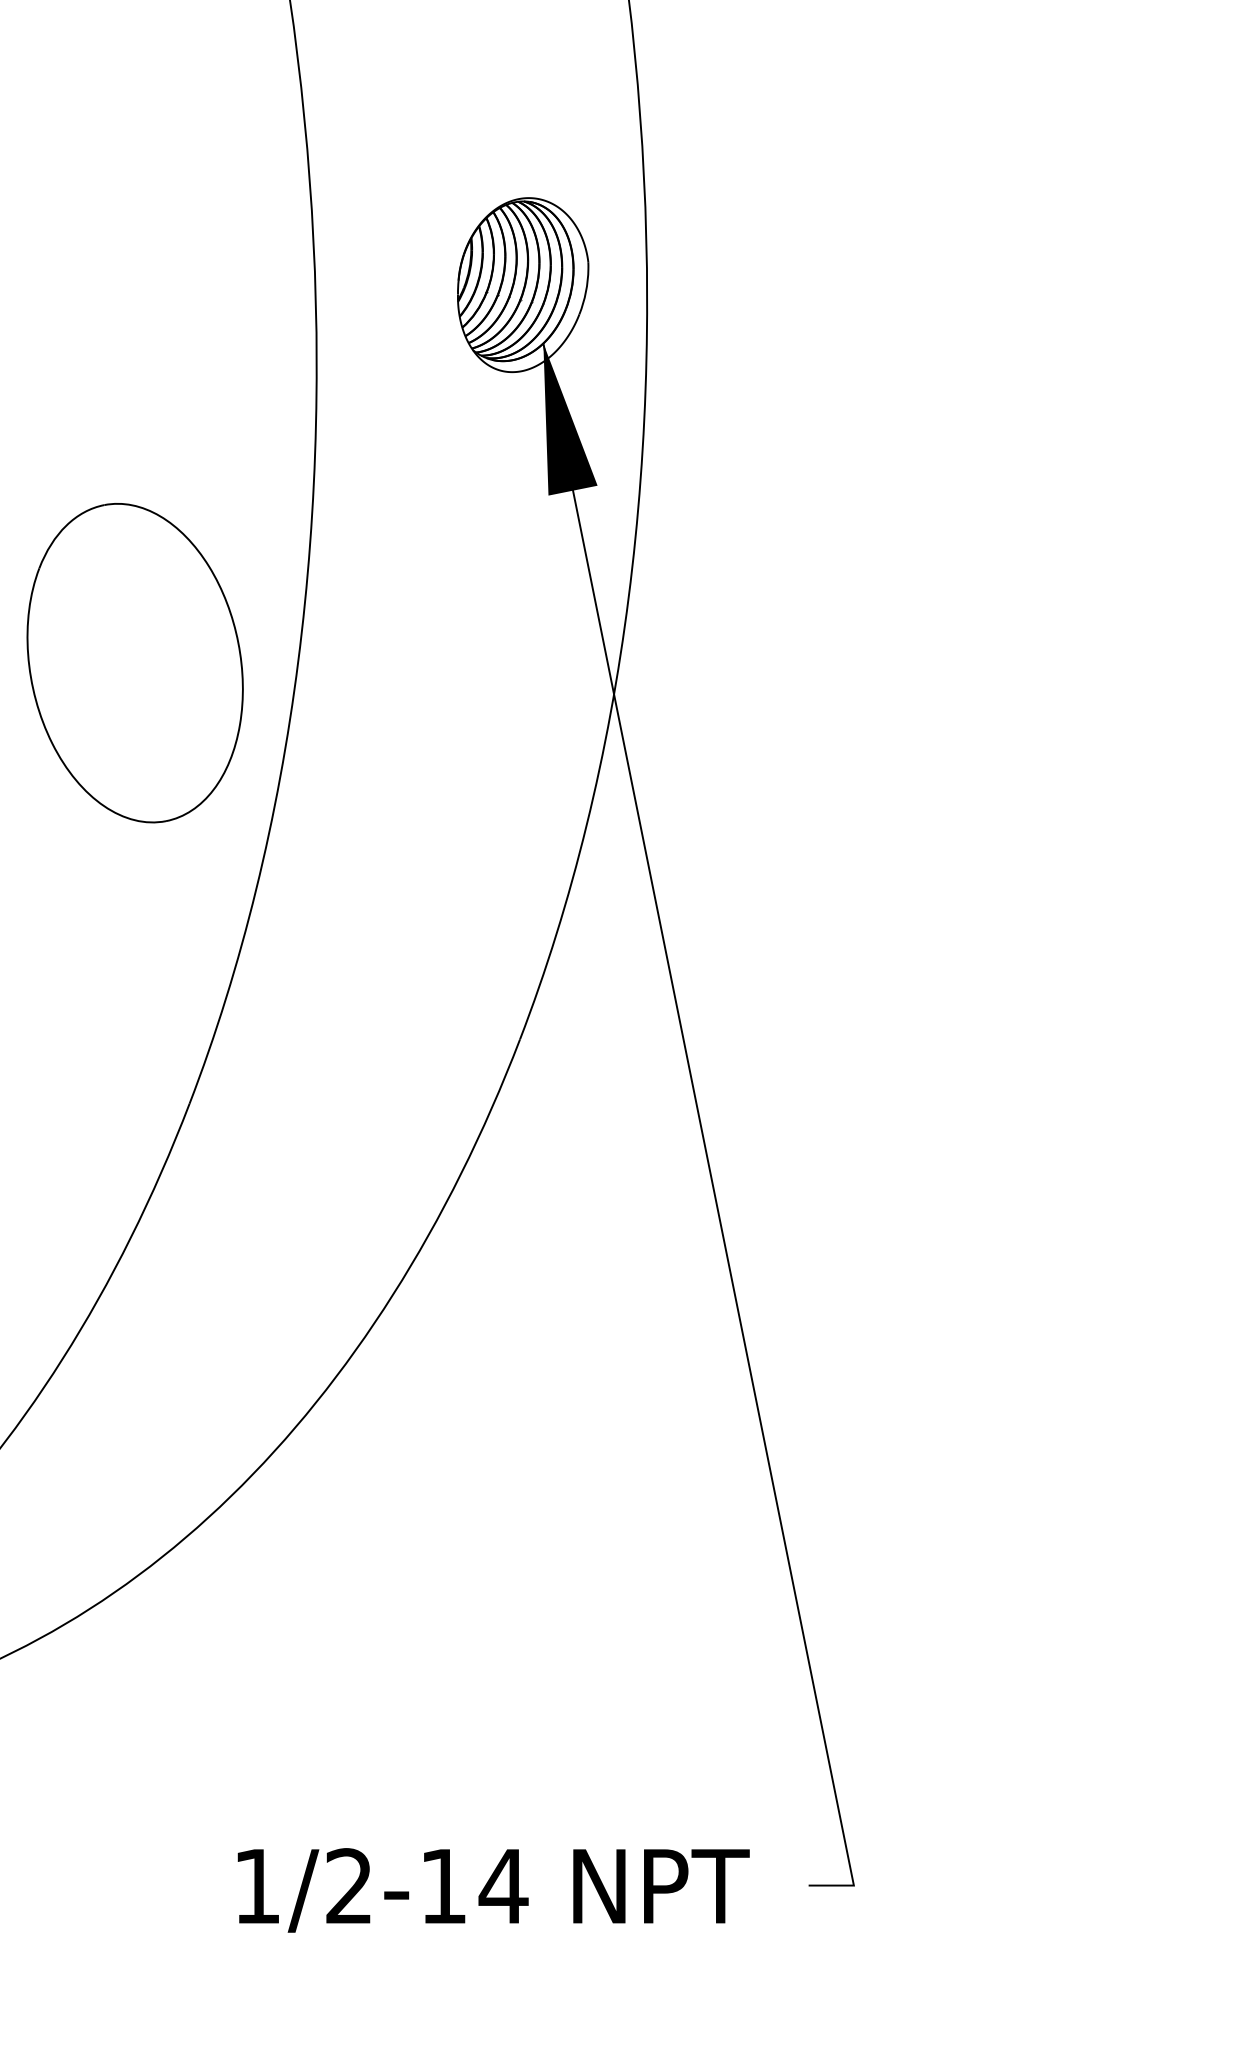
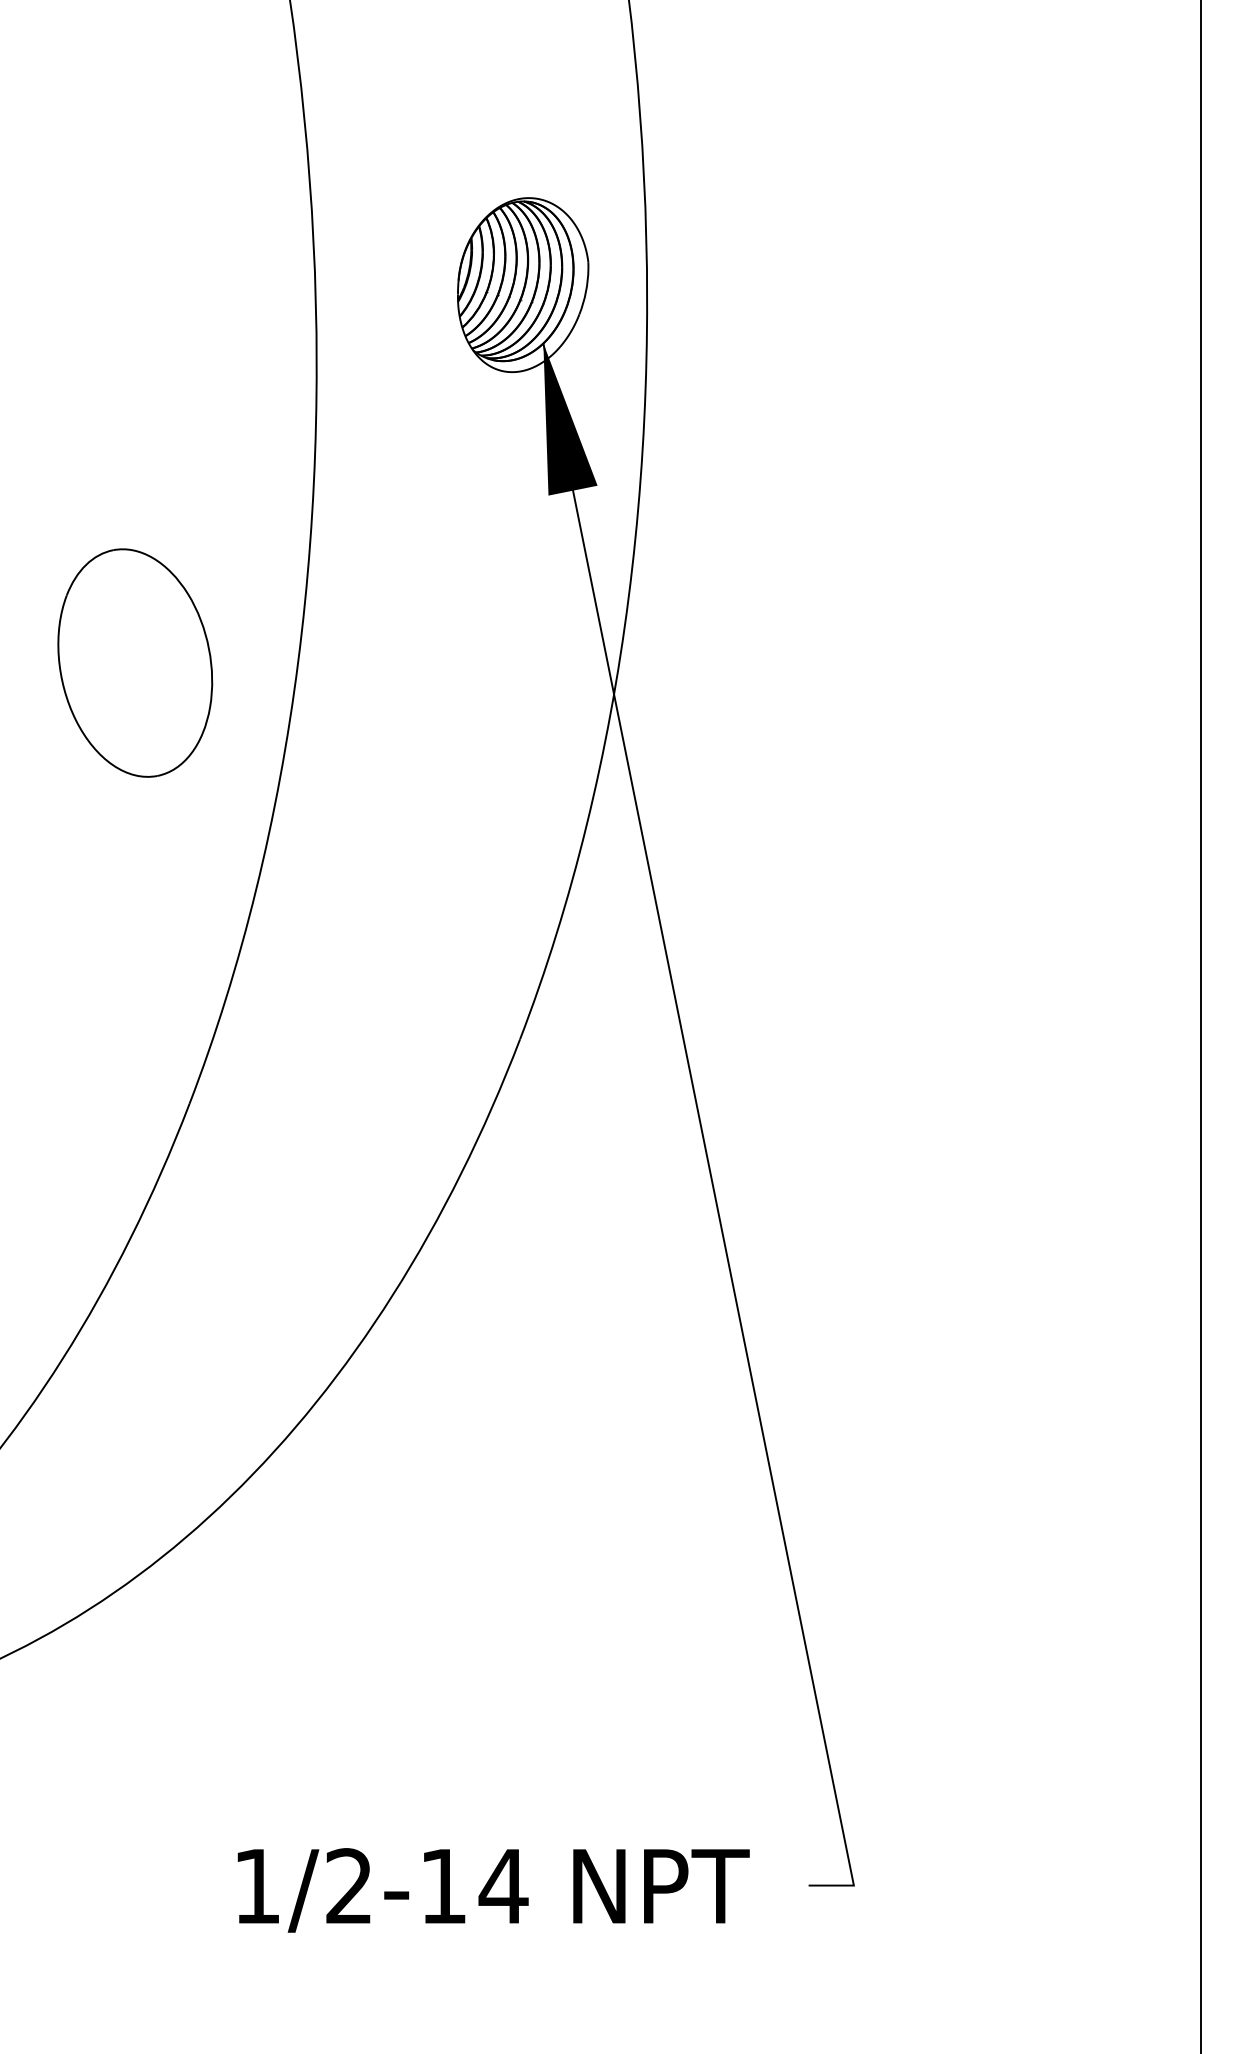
part at (134, 663) size: 218x321 px -> 157x230 px
line at (1200, 1026): none -> present
